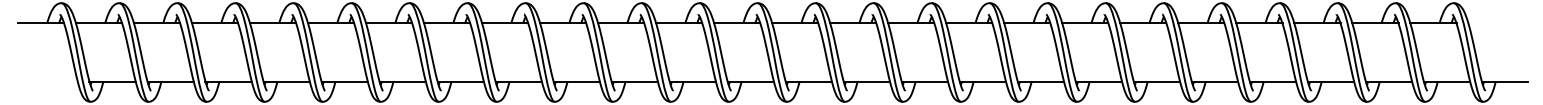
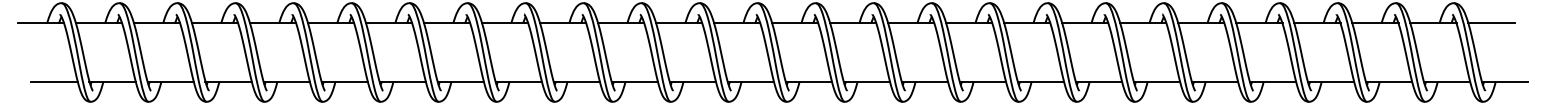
line at (1491, 23): none -> present
line at (54, 81): none -> present
